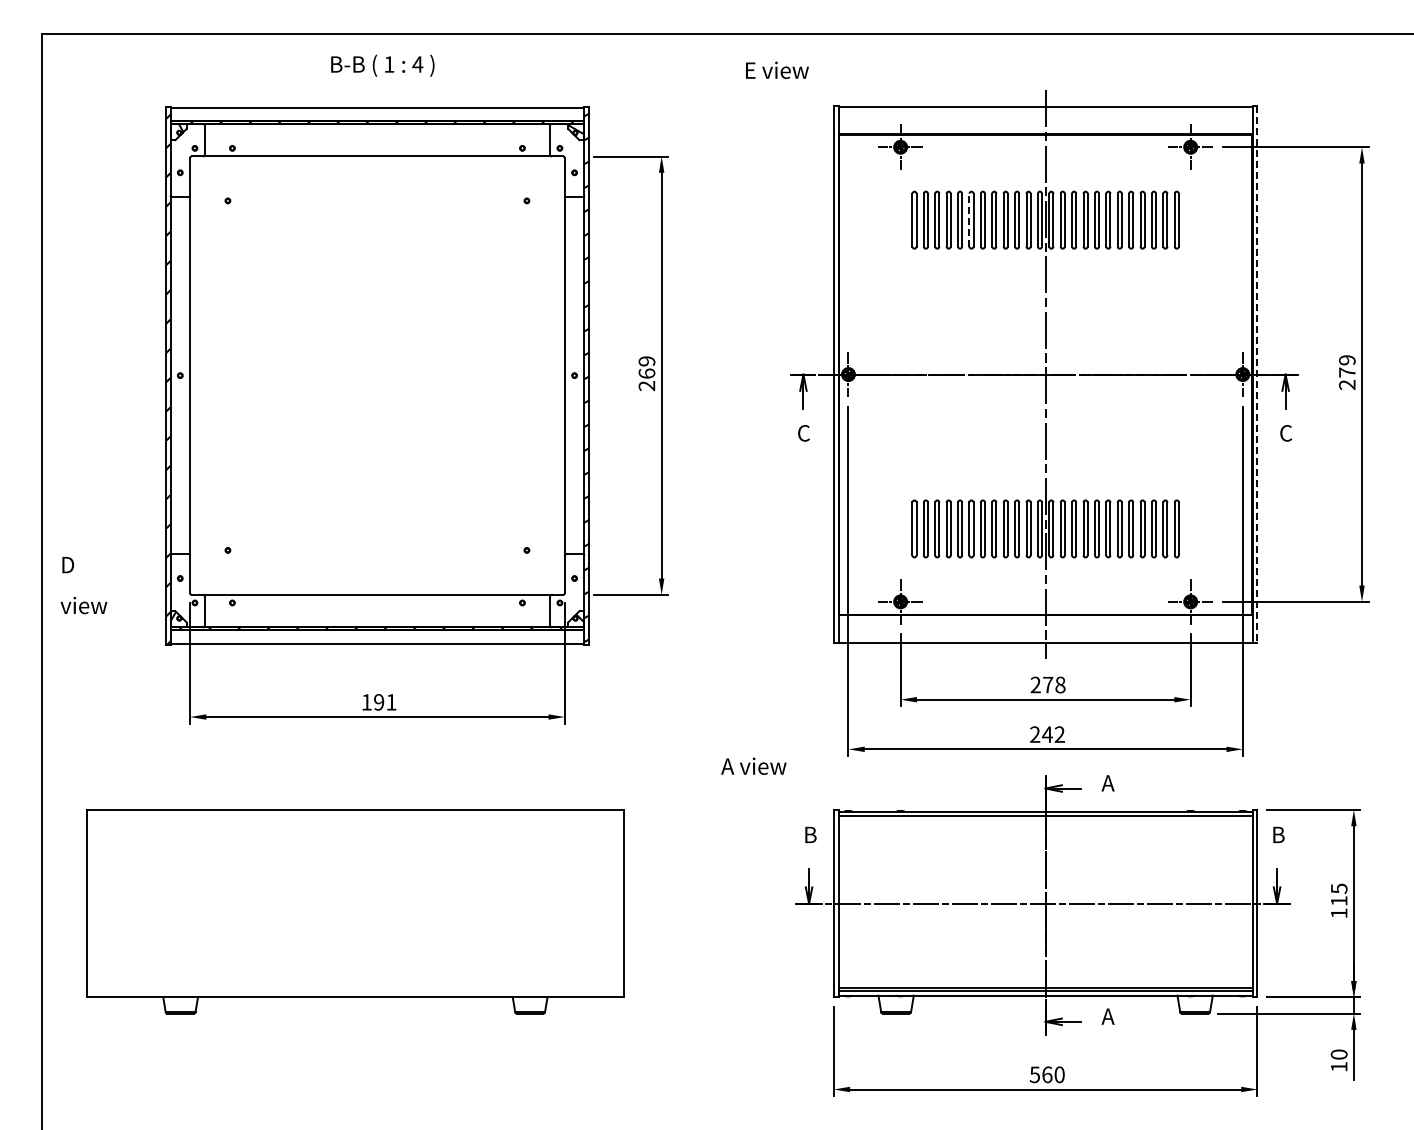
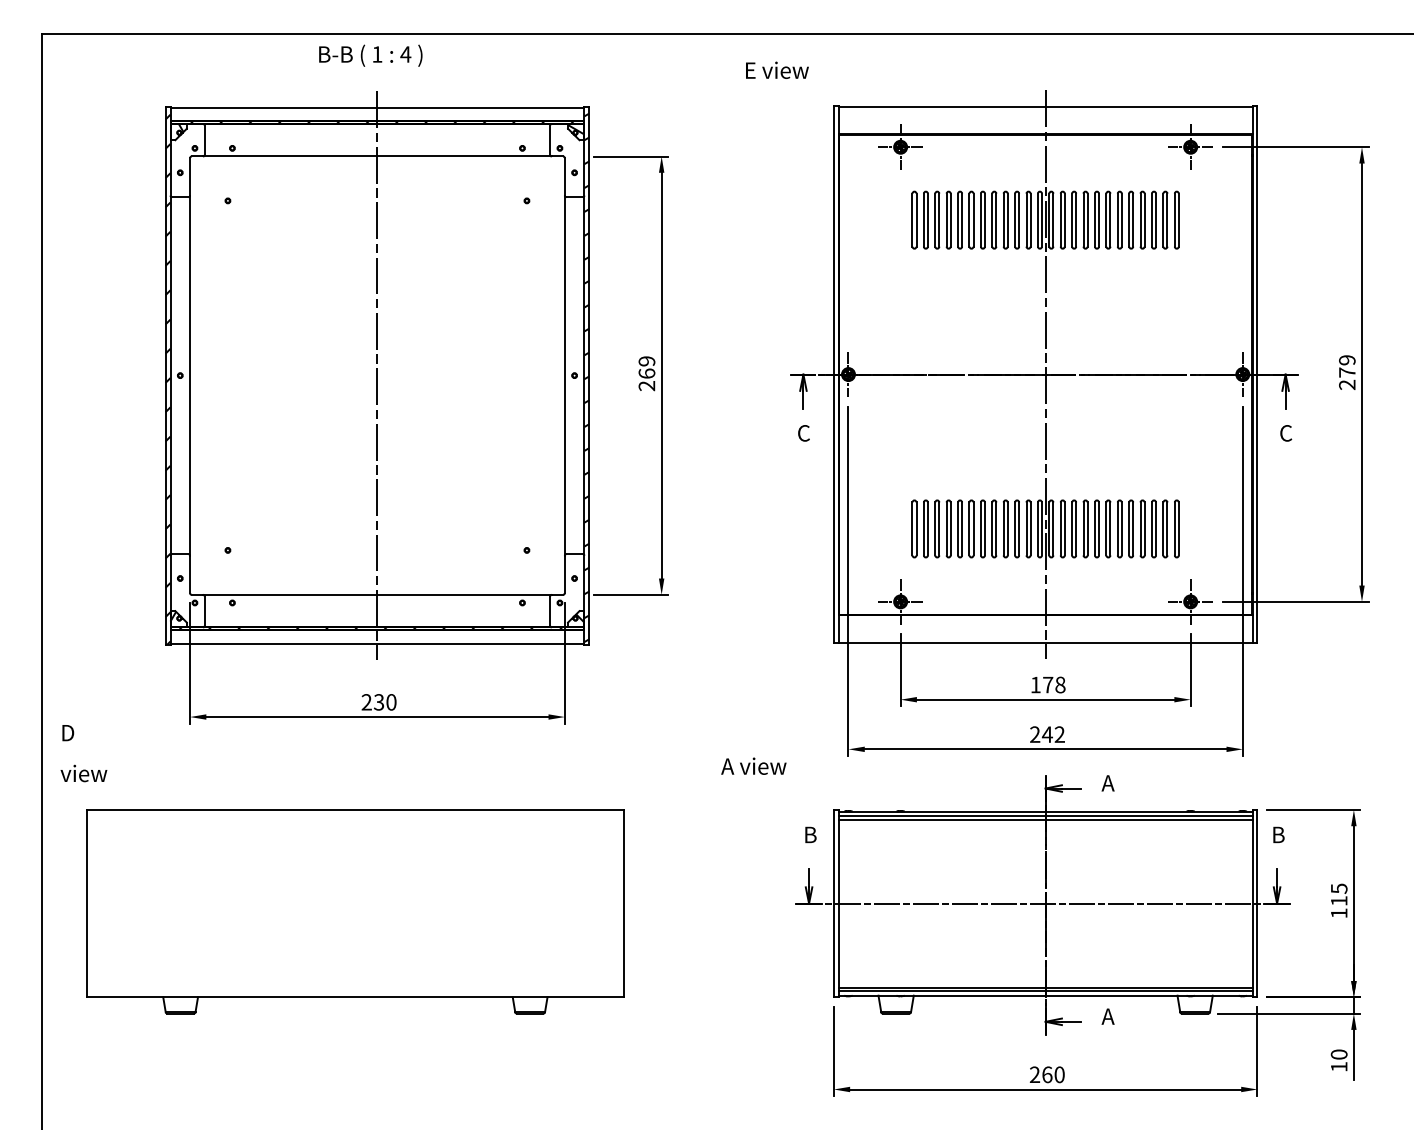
text at (382, 65) position: (382, 65) -> (370, 55)
line at (969, 219): dashed -> solid
line at (1257, 374): dashed -> solid
line at (377, 375): none -> present
text at (83, 585) position: (83, 585) -> (83, 753)
text at (1035, 684): 278 -> 178
text at (378, 702): 191 -> 230
line at (1045, 819): none -> present
text at (1034, 1074): 560 -> 260
